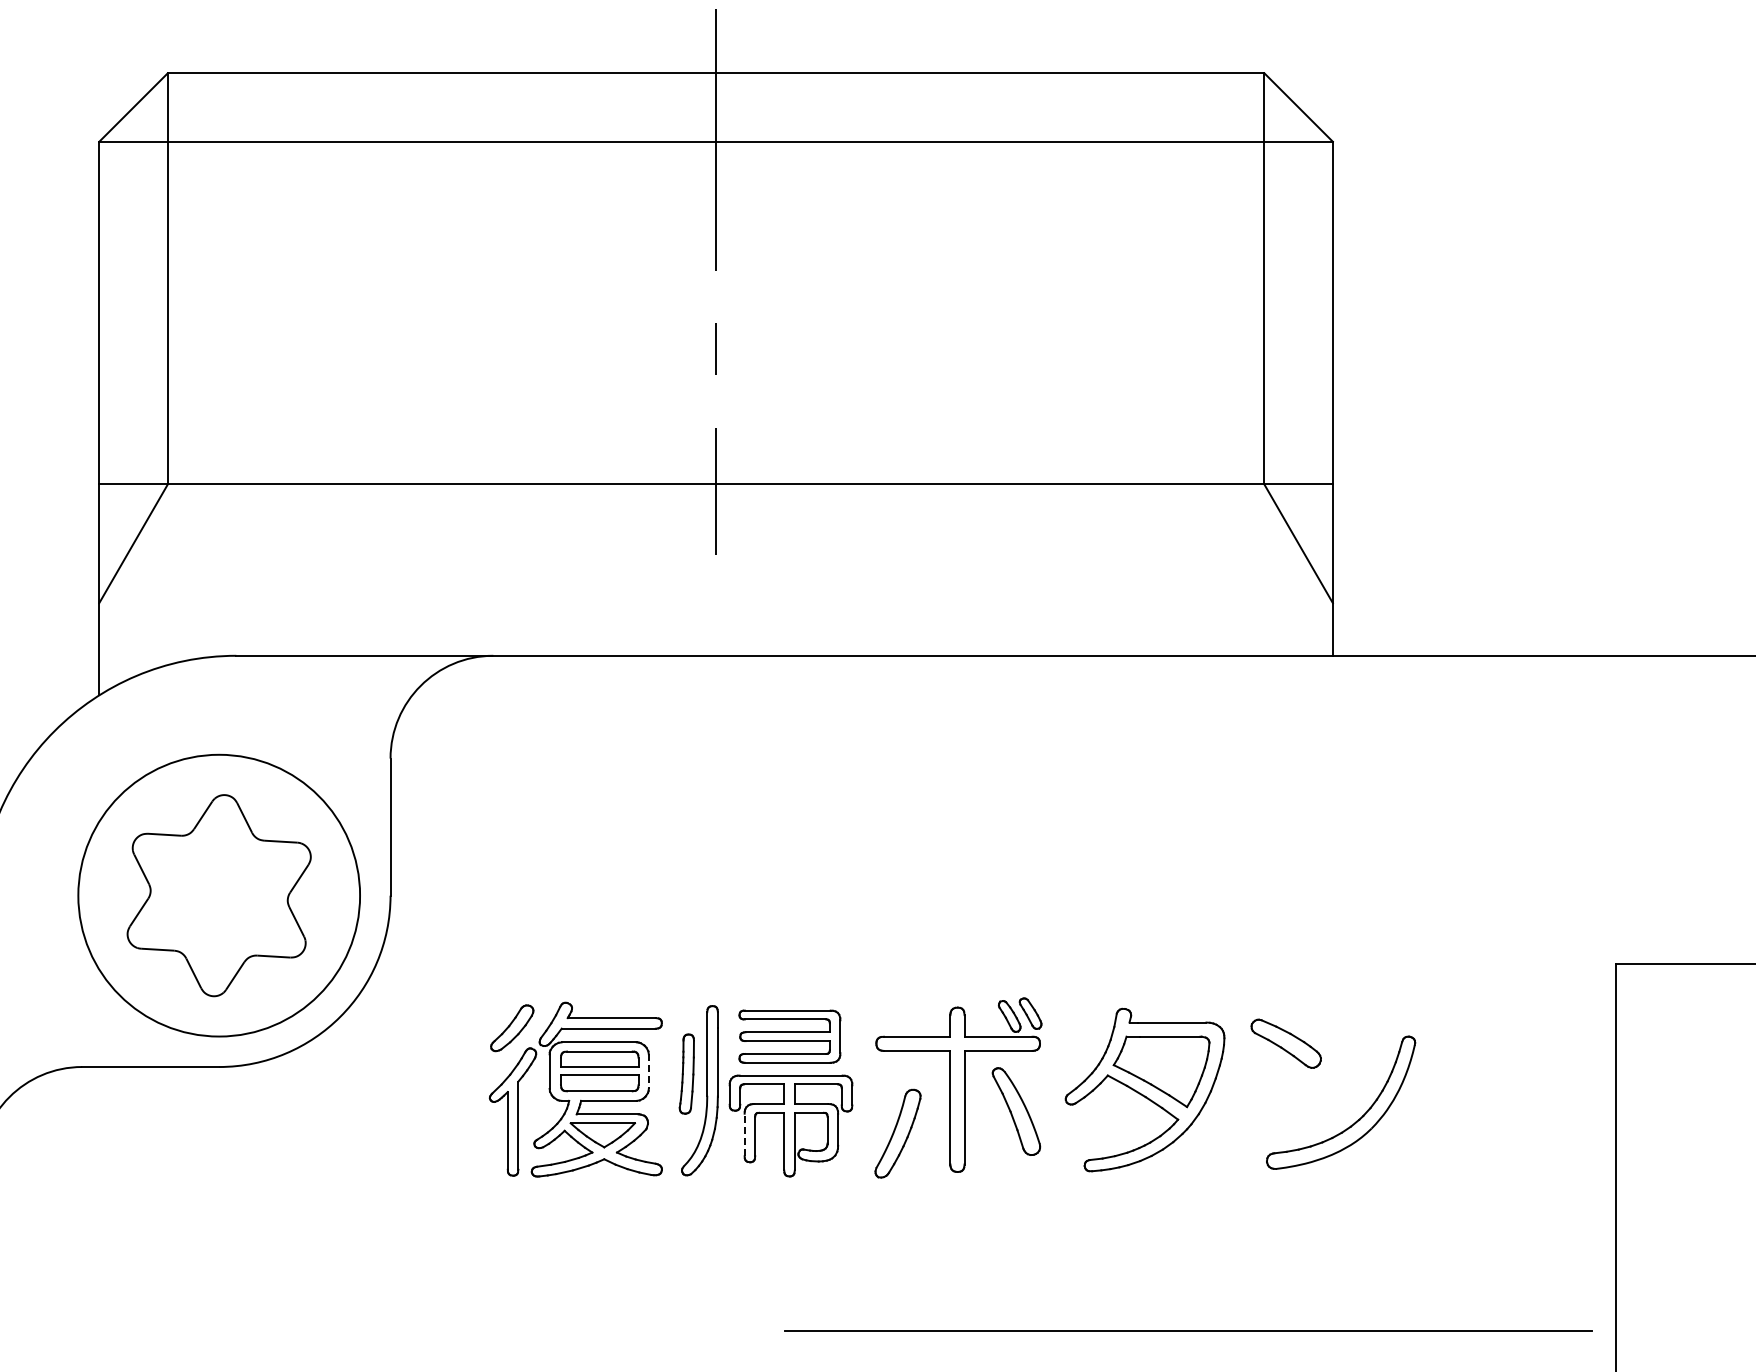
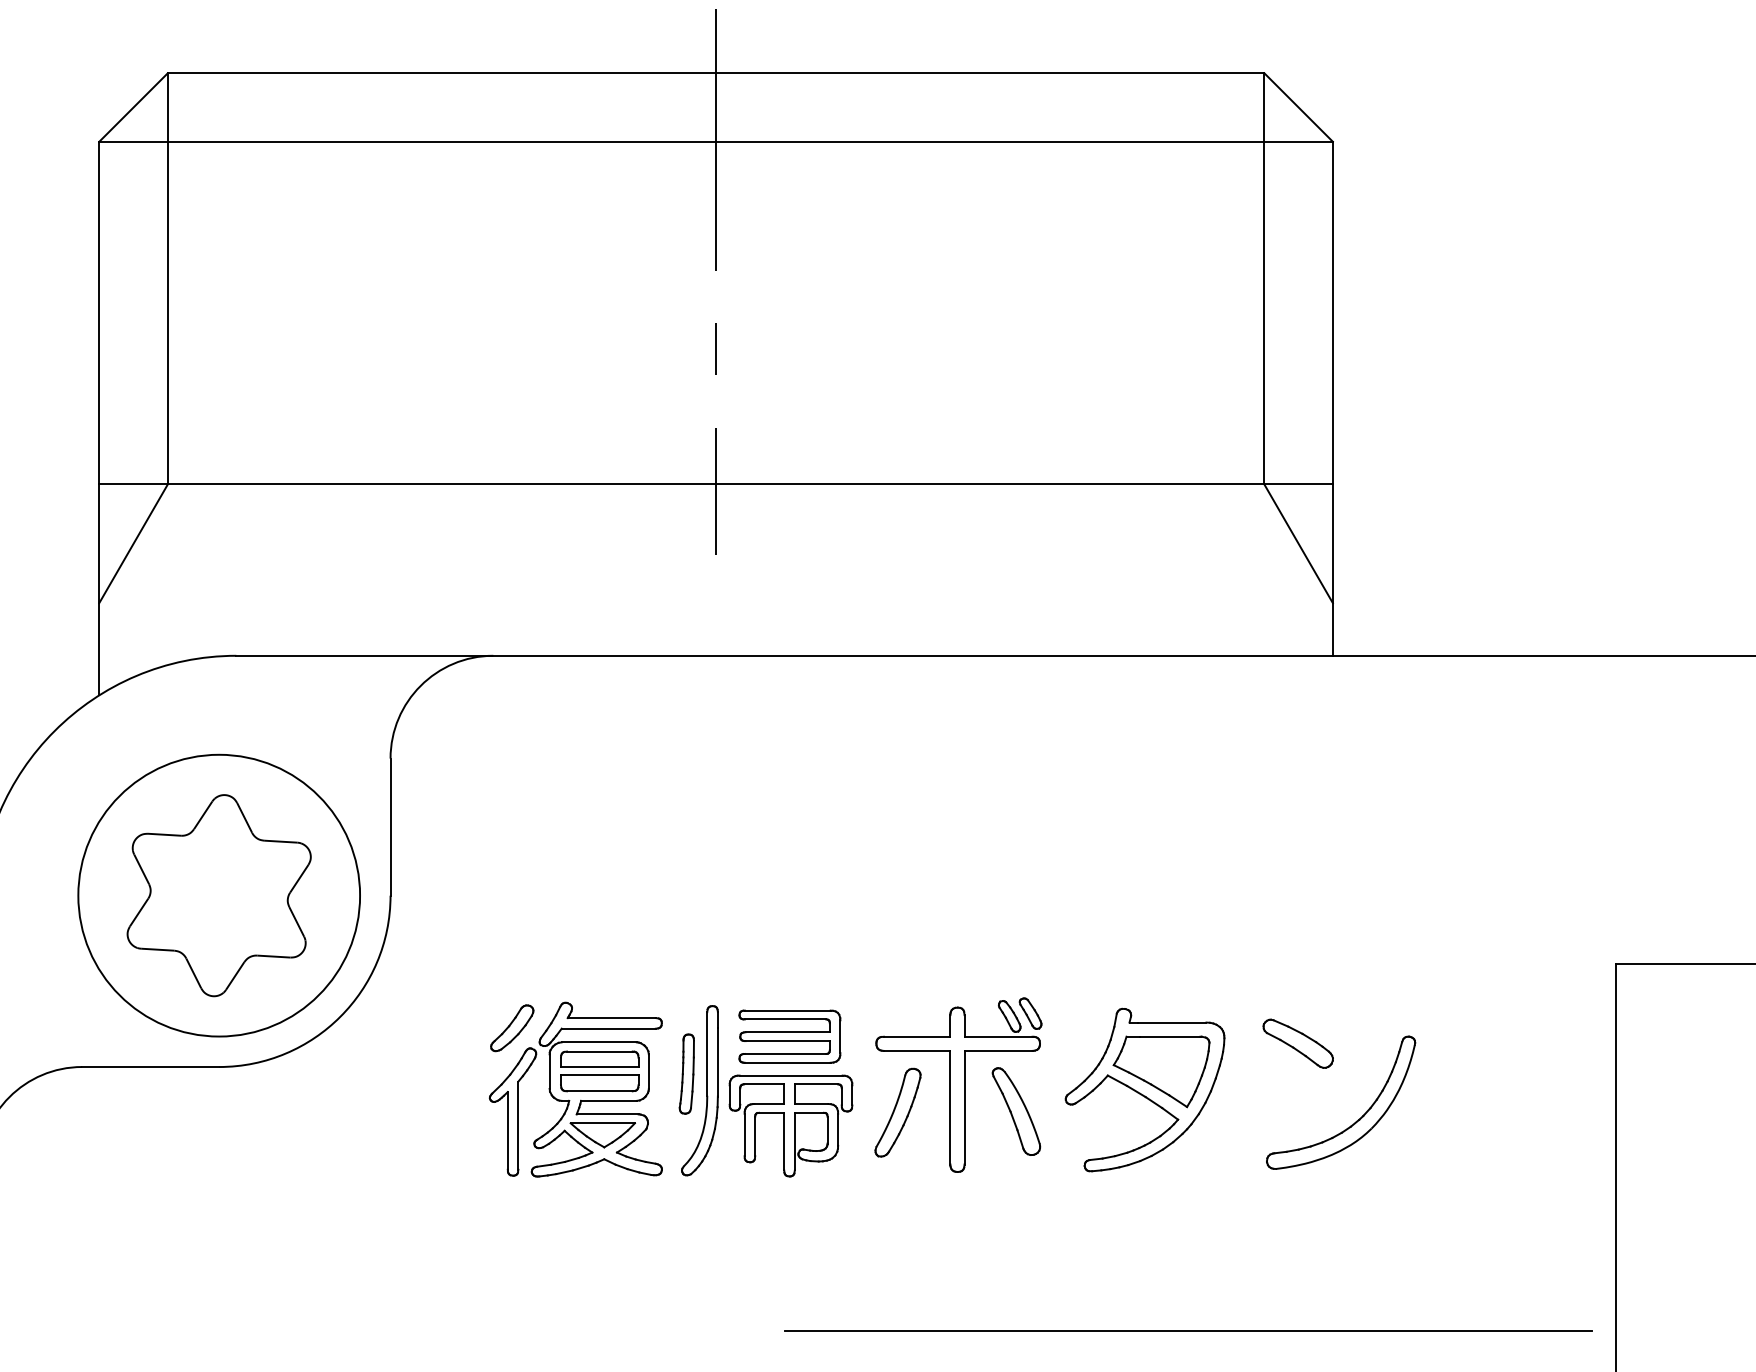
part at (1285, 1043) position: (1285, 1043) -> (1297, 1043)
line at (648, 1072): dashed -> solid
part at (897, 1133) position: (897, 1133) -> (897, 1112)
line at (744, 1134): dashed -> solid
